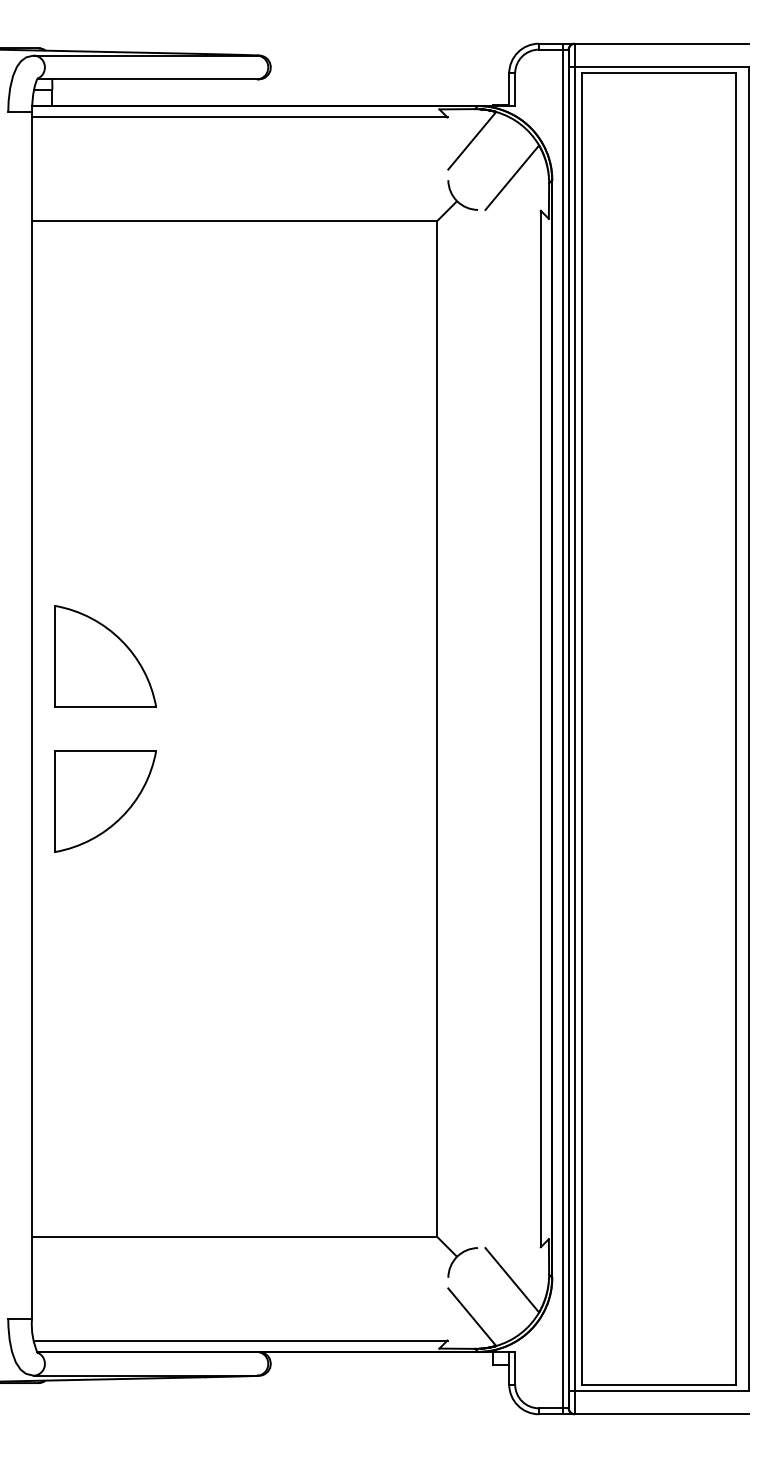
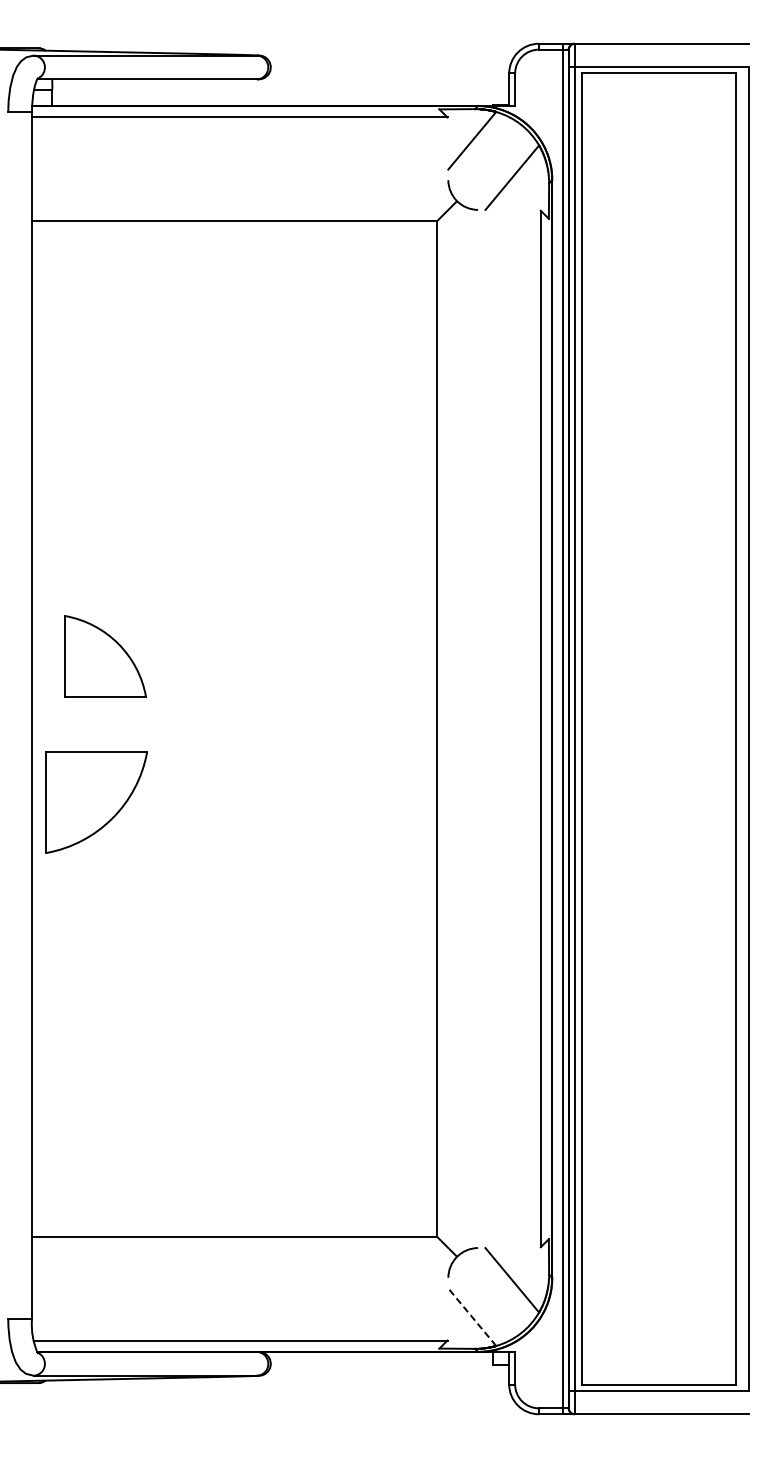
part at (105, 656) size: 103x103 px -> 83x83 px
part at (105, 801) position: (105, 801) -> (96, 802)
line at (471, 1316): solid -> dashed
